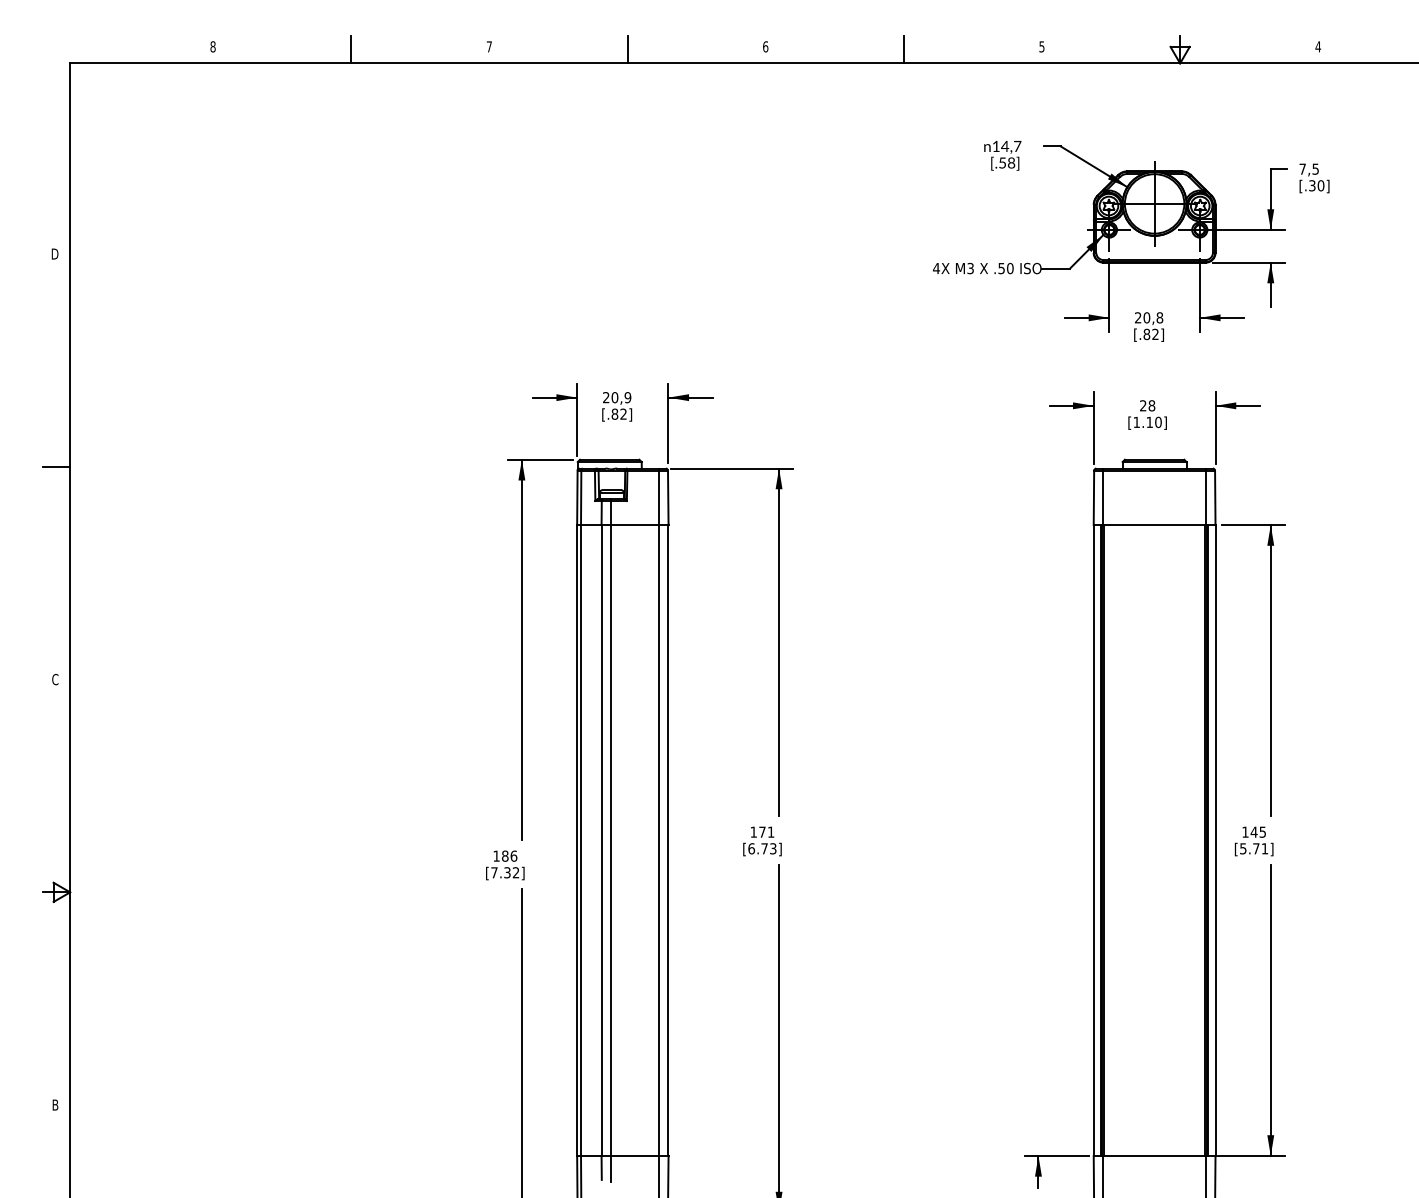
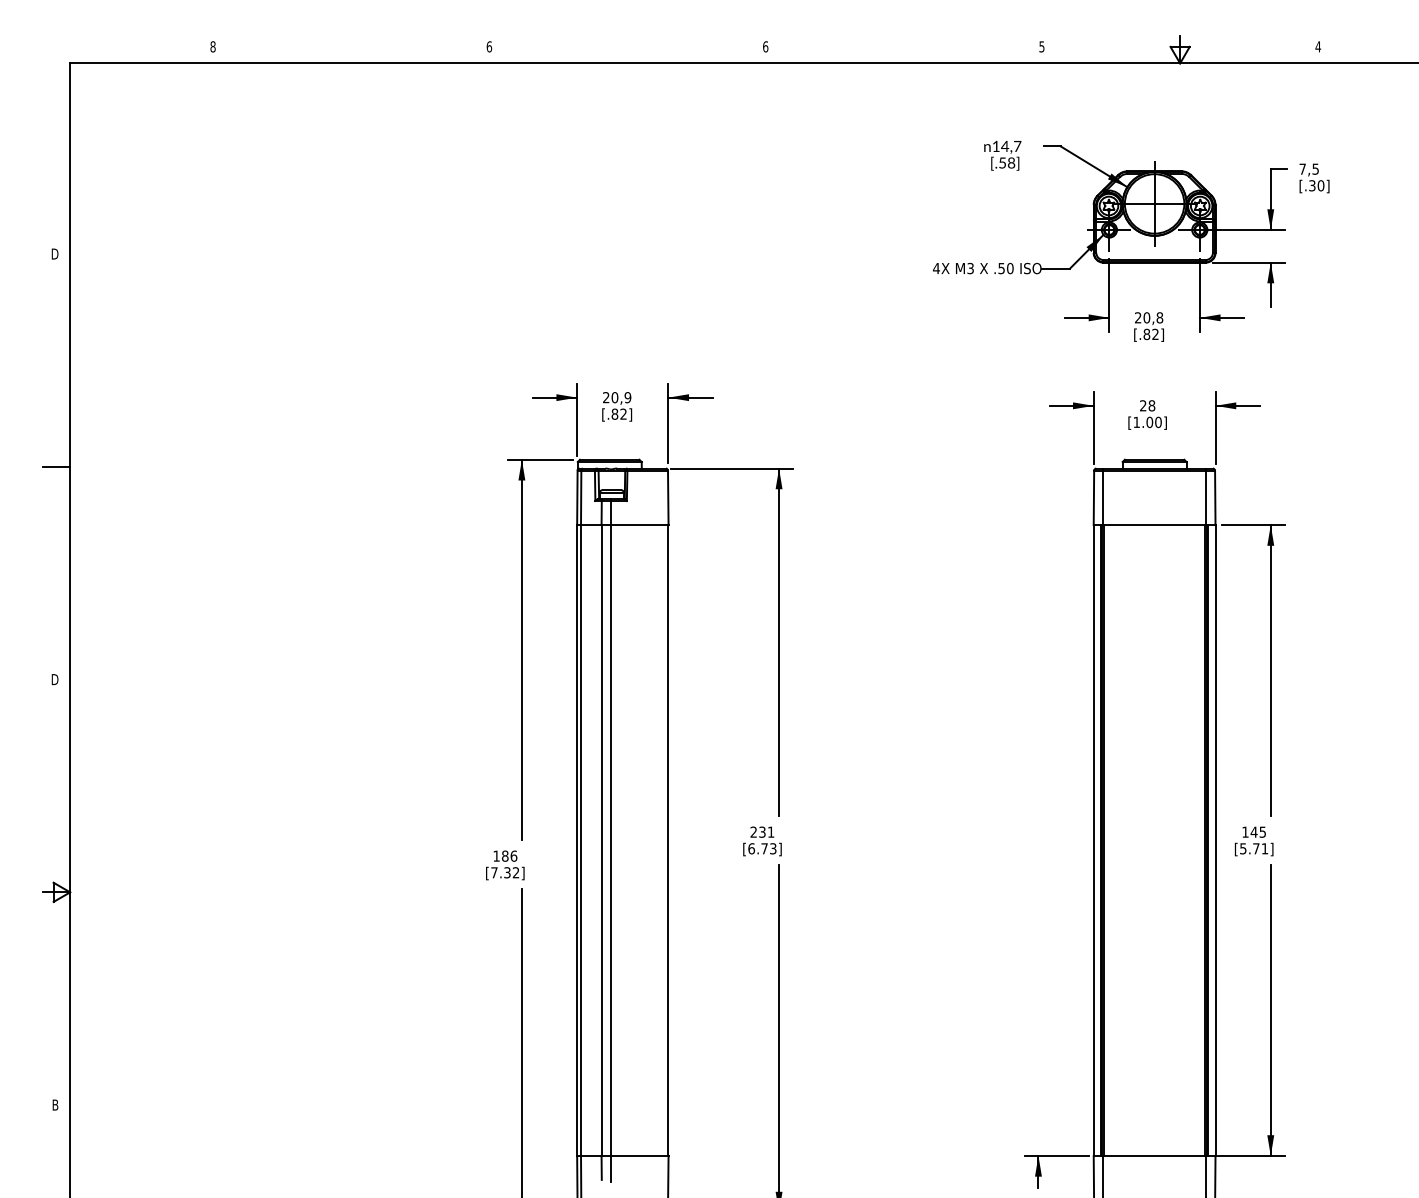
text at (489, 46): 7 -> 6
line at (351, 49): present -> none
line at (627, 49): present -> none
line at (903, 49): present -> none
text at (1149, 422): [1.10] -> [1.00]
text at (54, 679): C -> D
line at (658, 831): present -> none
text at (757, 831): 171 -> 231
